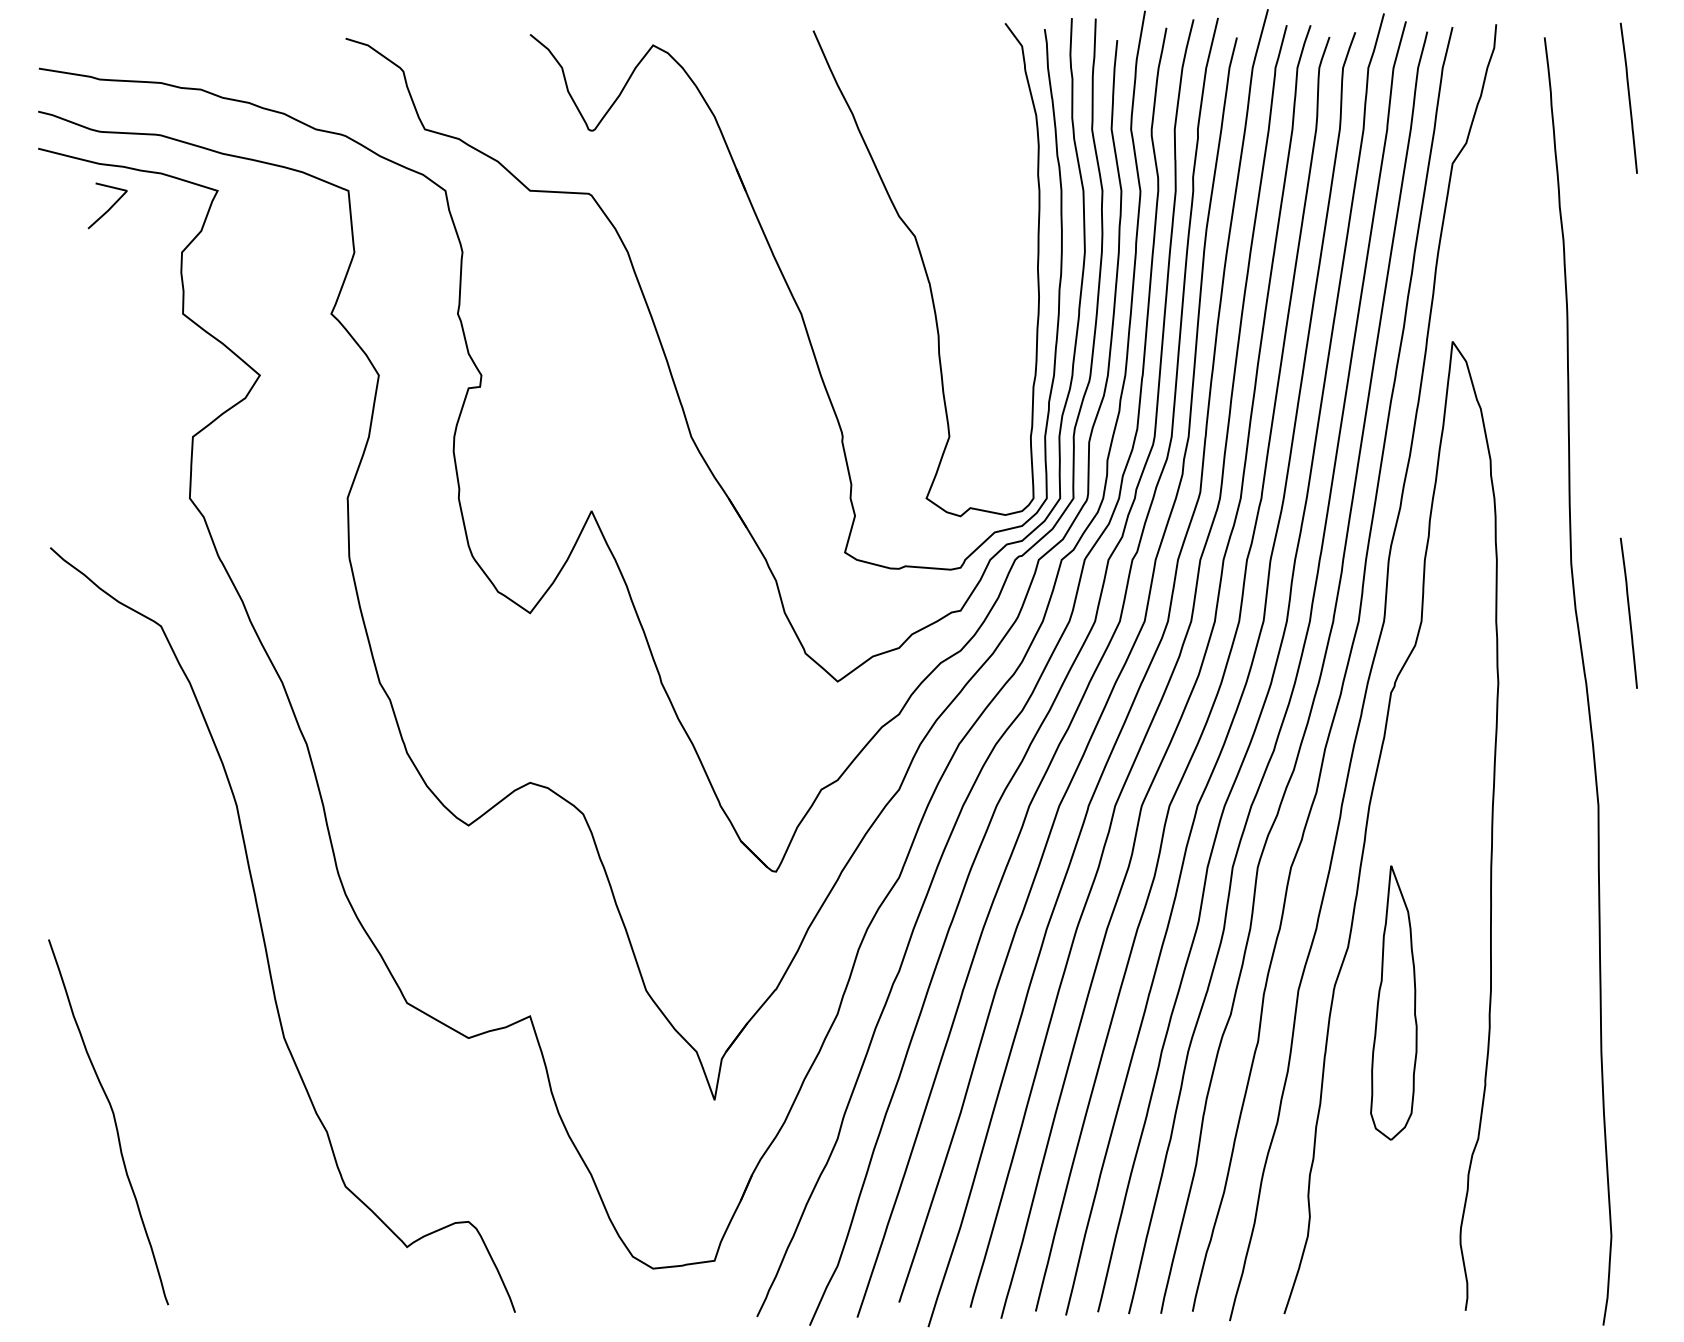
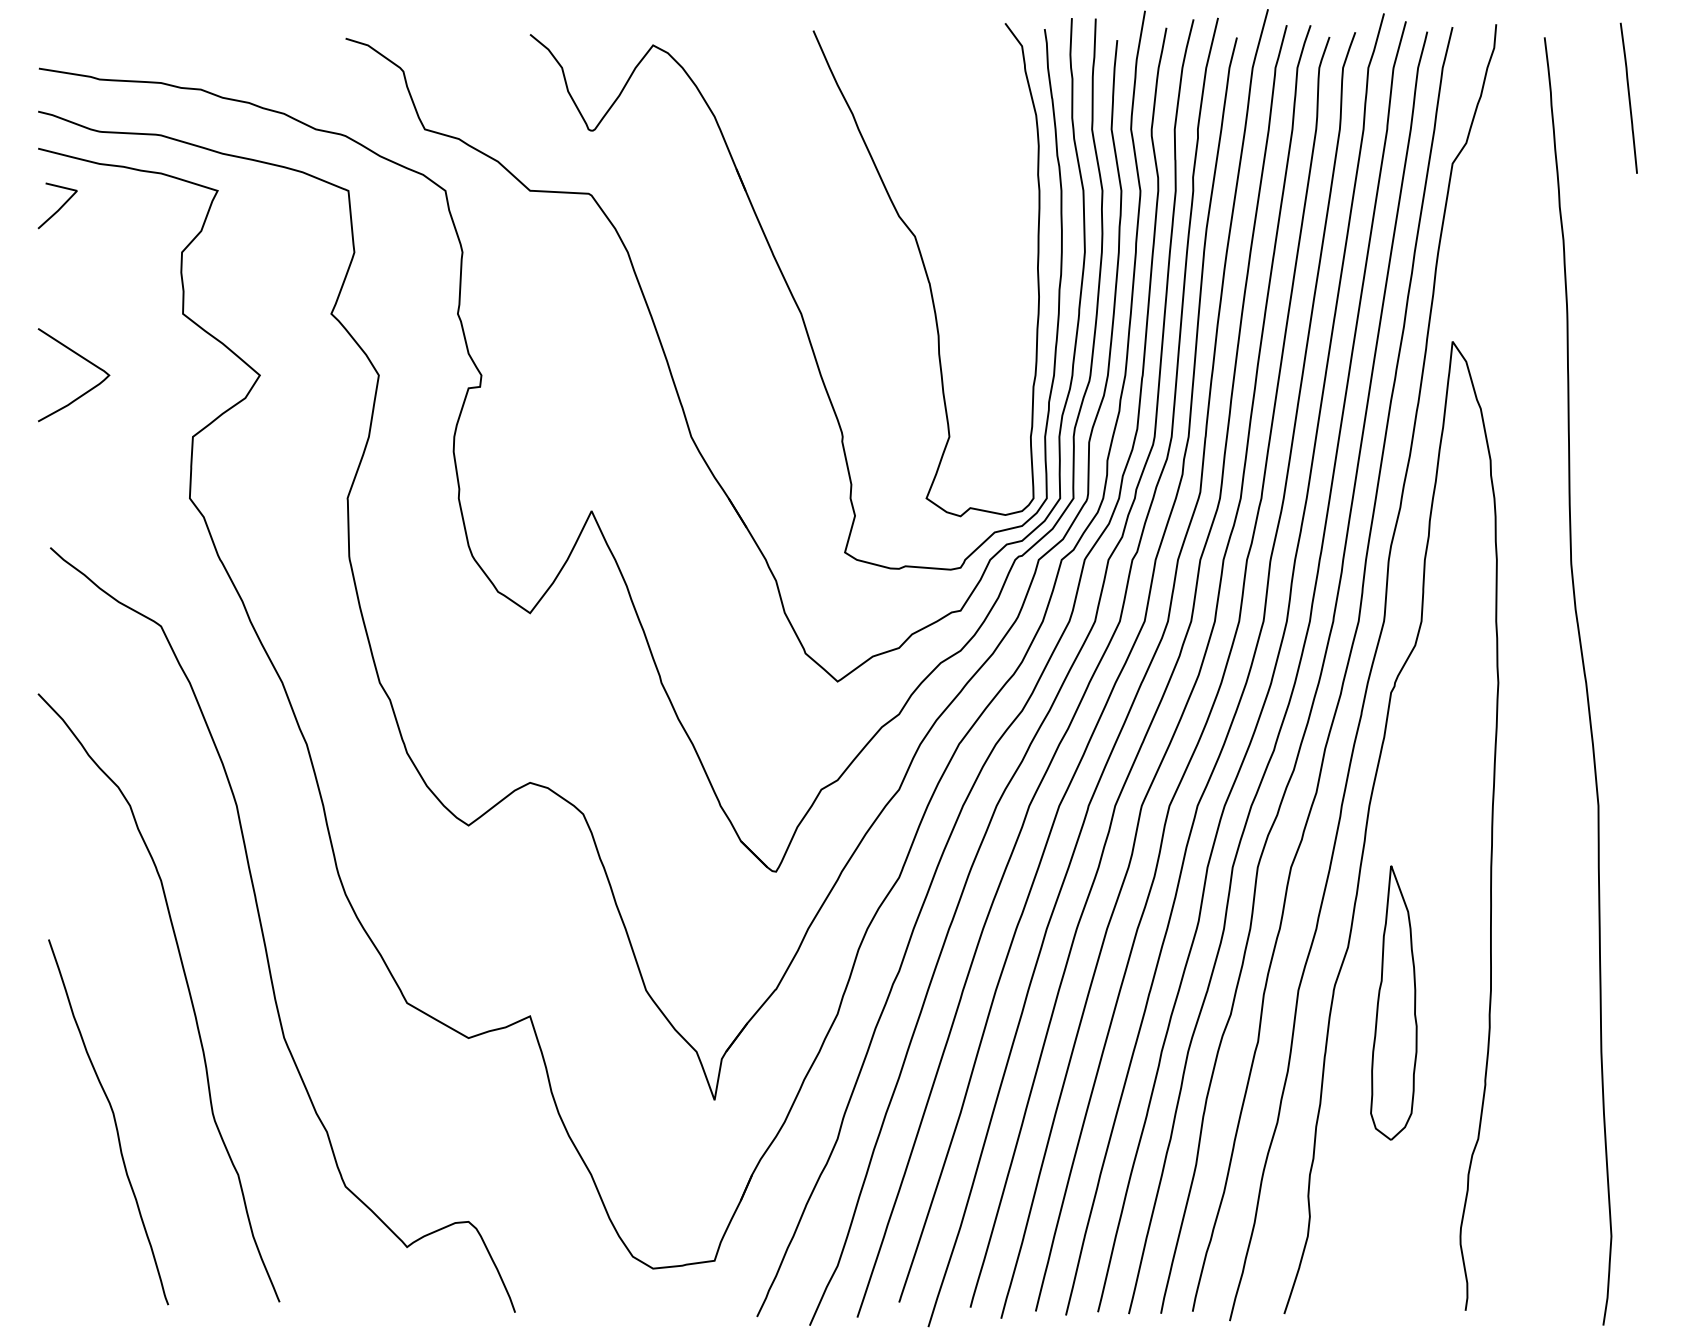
line at (109, 207) position: (109, 207) -> (59, 207)
curve at (83, 359): none -> present
curve at (1628, 612): present -> none
curve at (187, 988): none -> present
